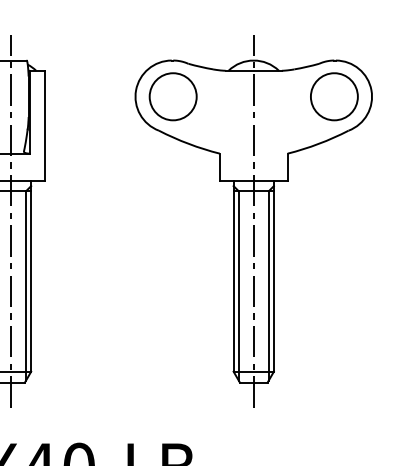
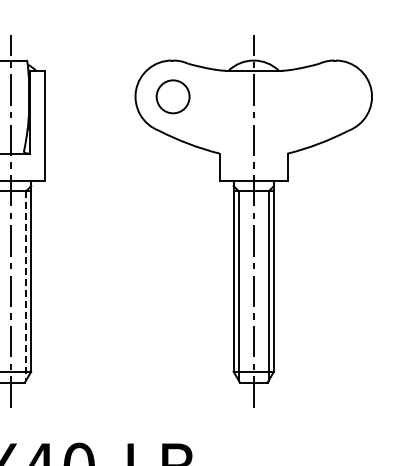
part at (172, 96) size: 50x50 px -> 36x36 px
part at (334, 96): present -> none
line at (25, 286): solid -> dashed
